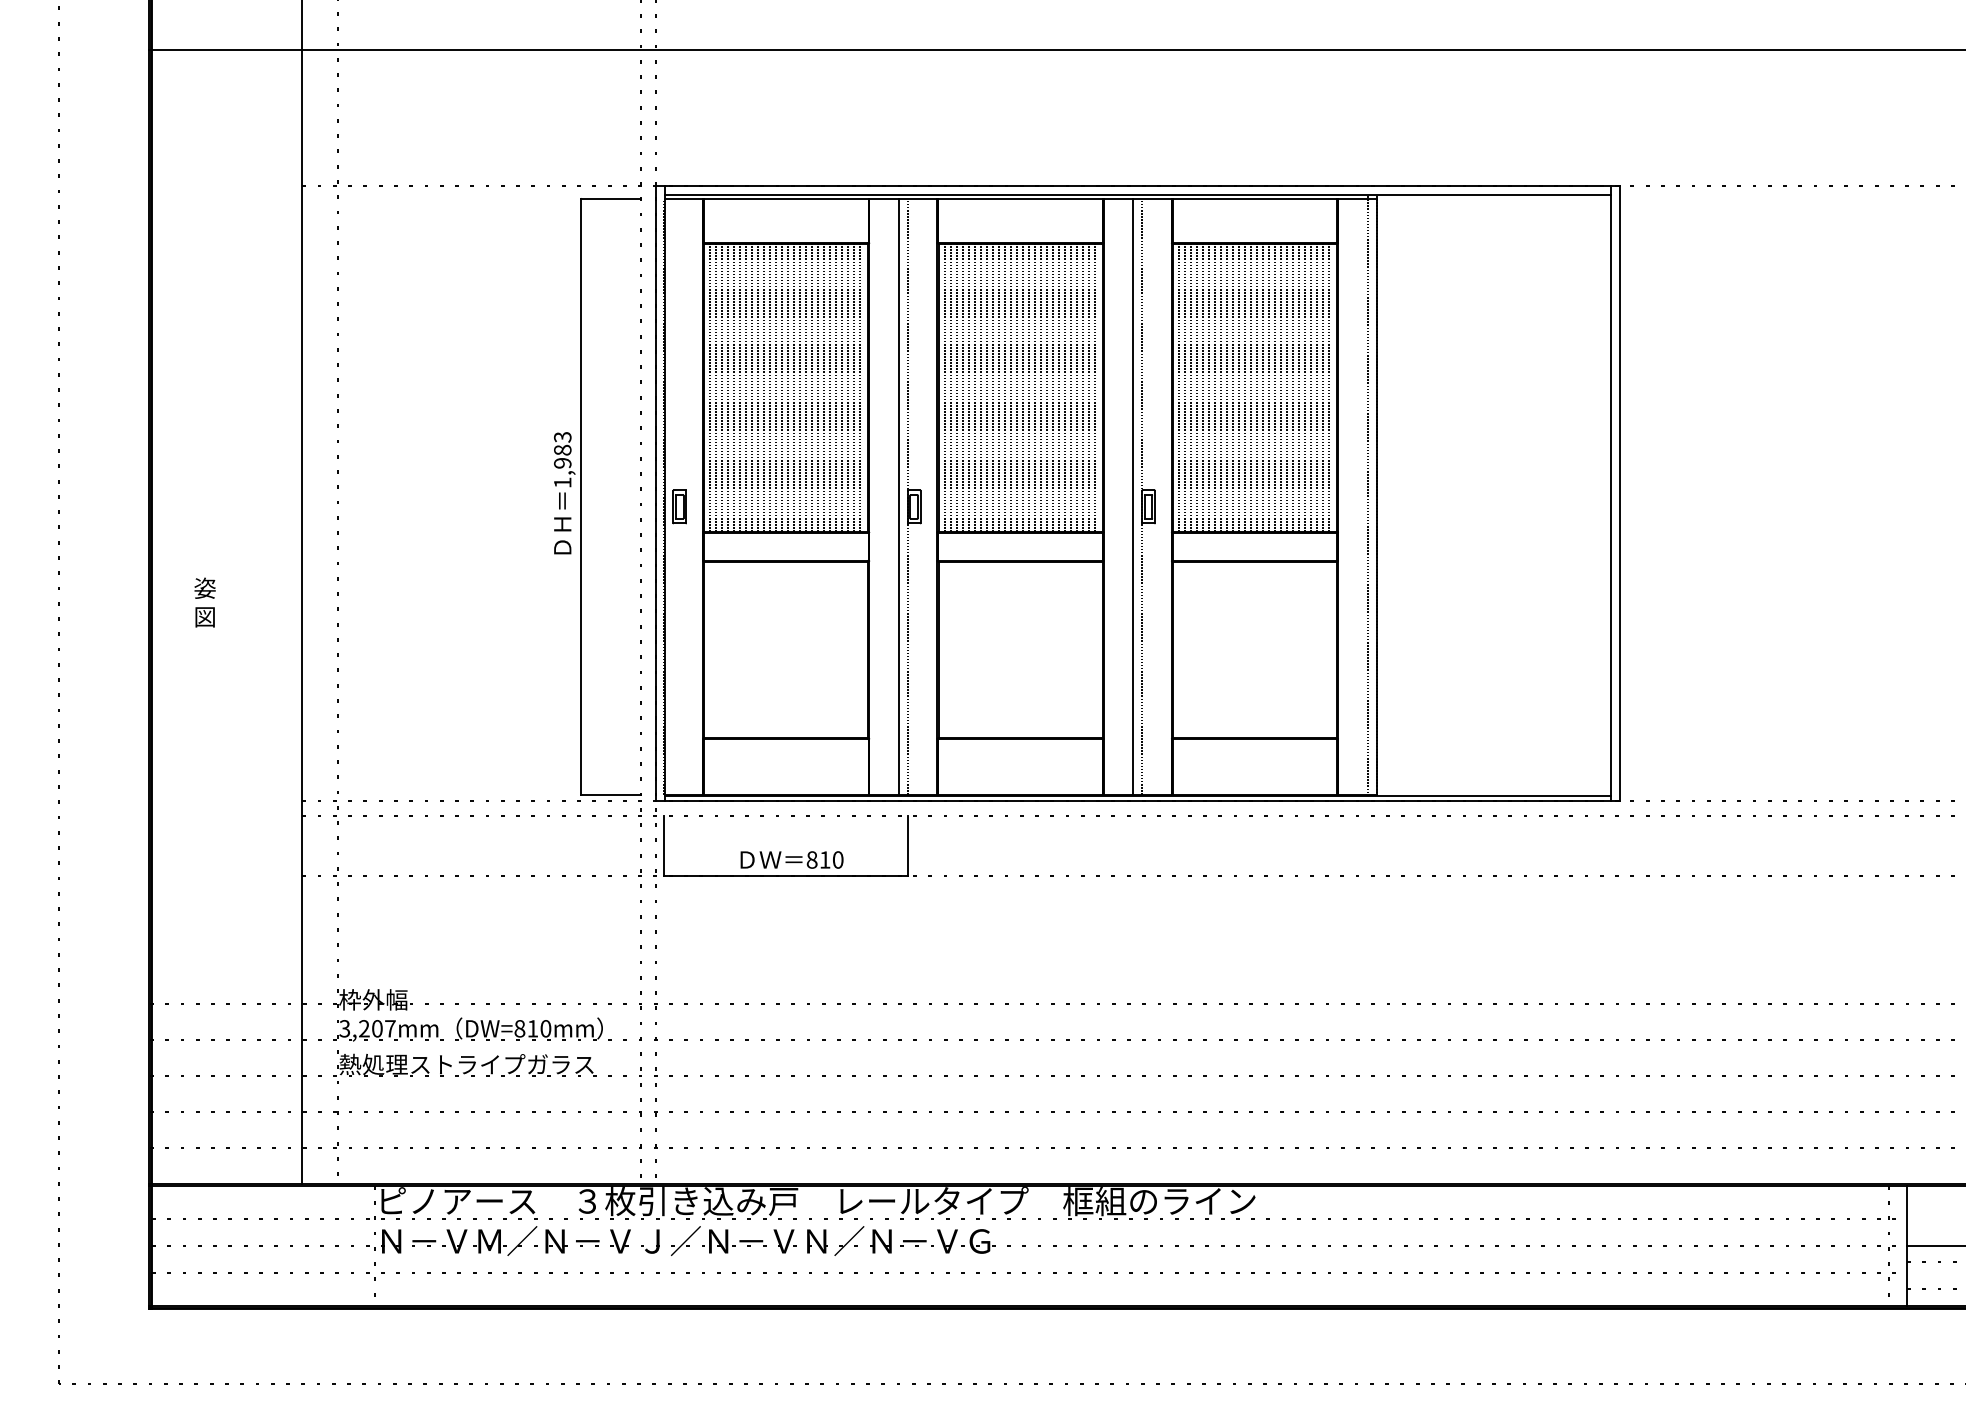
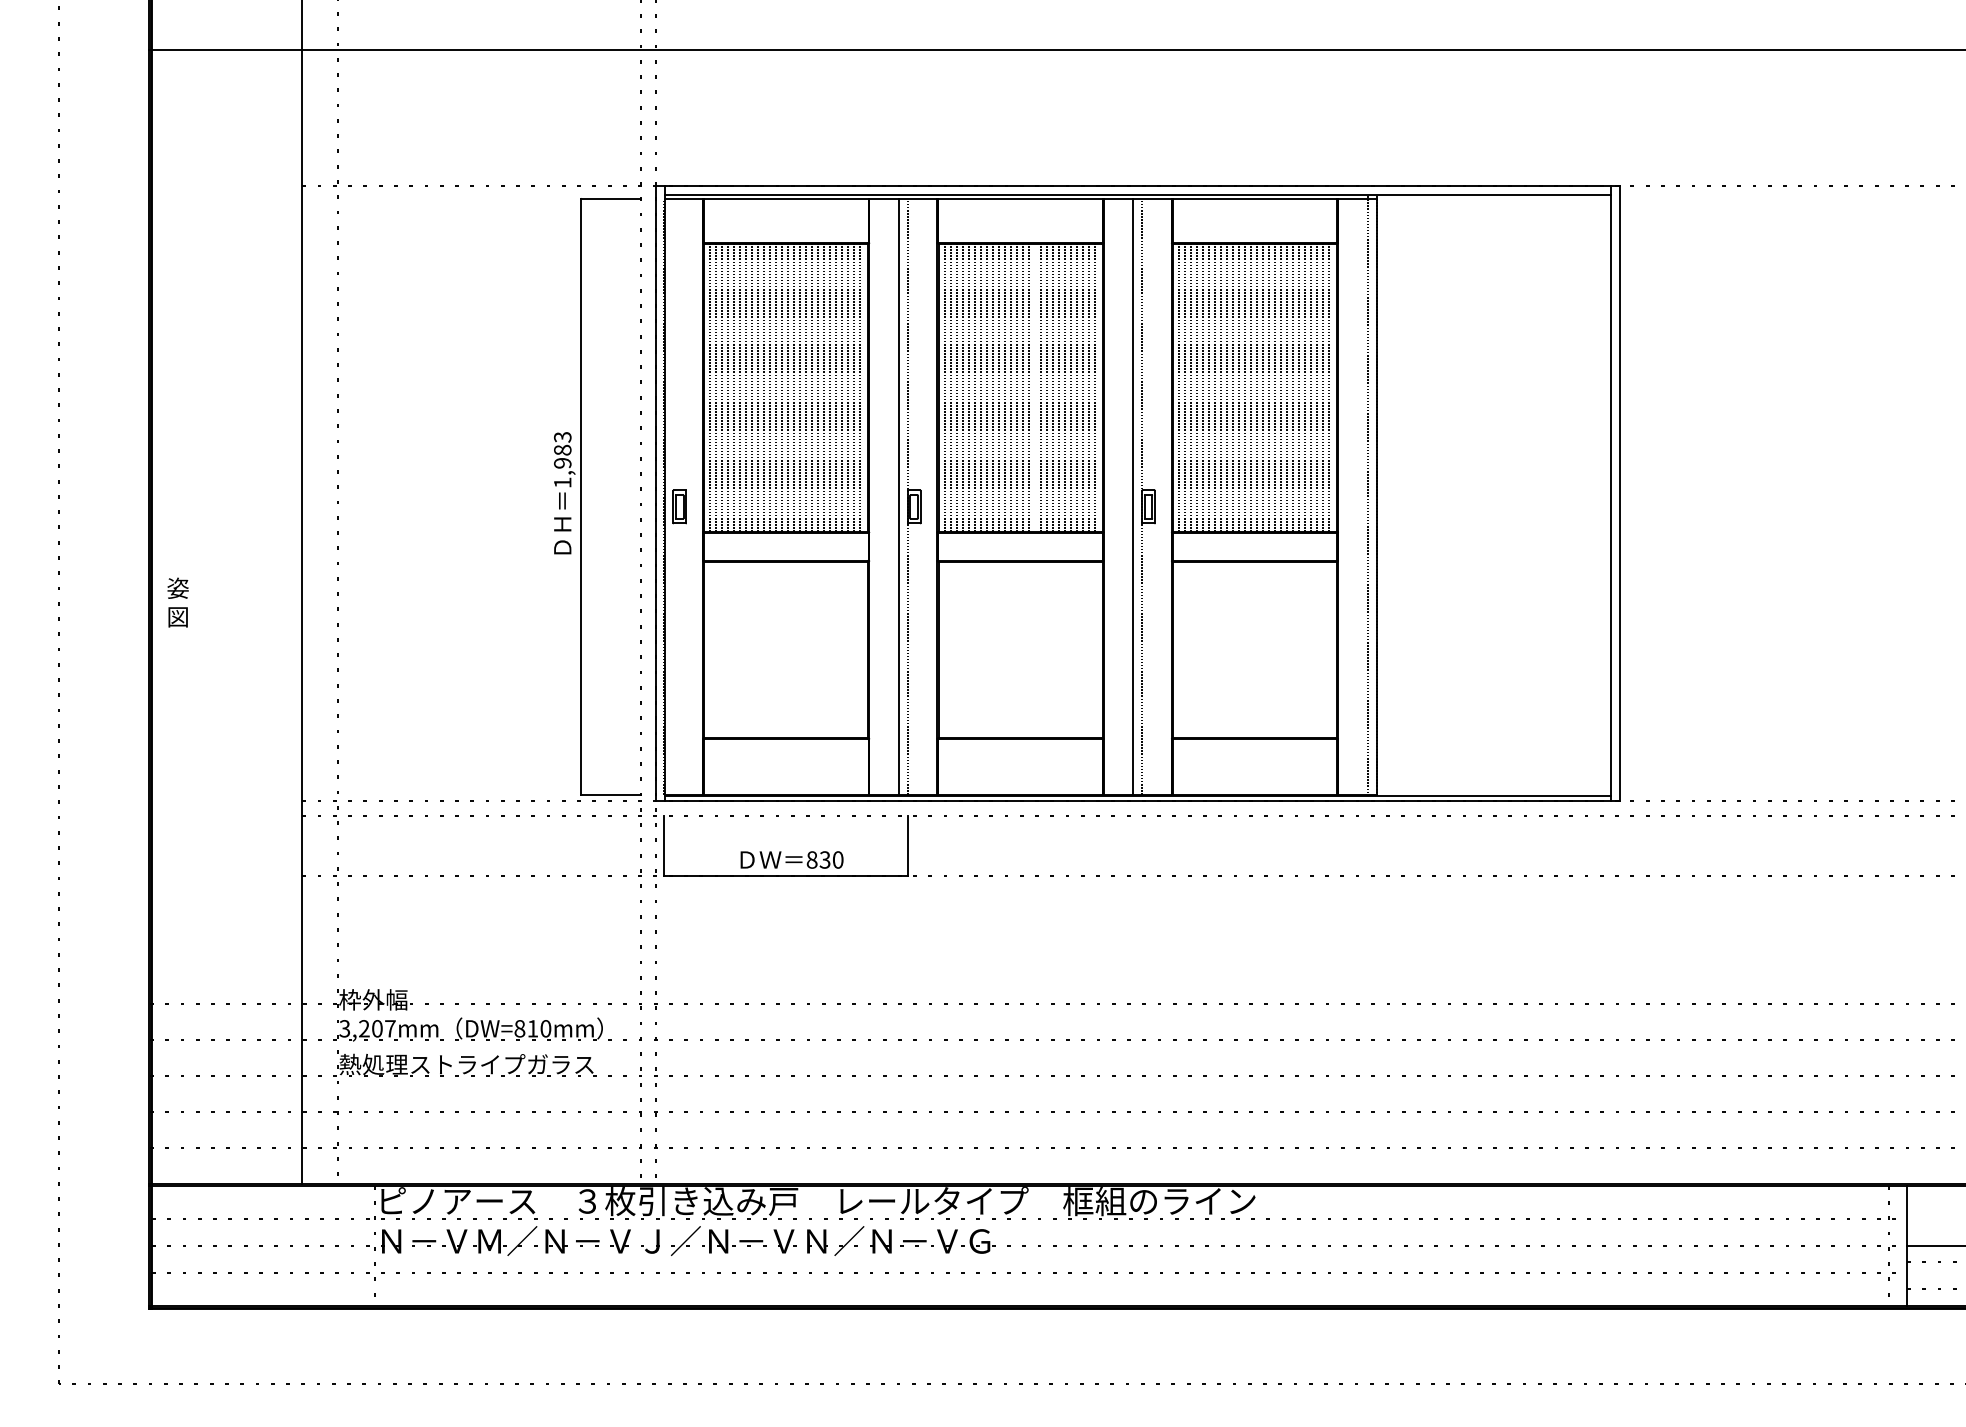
line at (1034, 387): present -> none
text at (204, 602) position: (204, 602) -> (177, 602)
text at (824, 859): 810 -> 830
